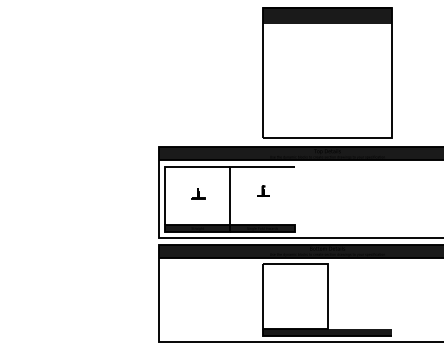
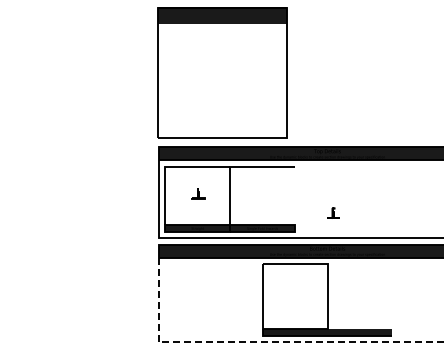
part at (327, 72) position: (327, 72) -> (222, 72)
part at (263, 190) position: (263, 190) -> (333, 212)
line at (258, 342): solid -> dashed
